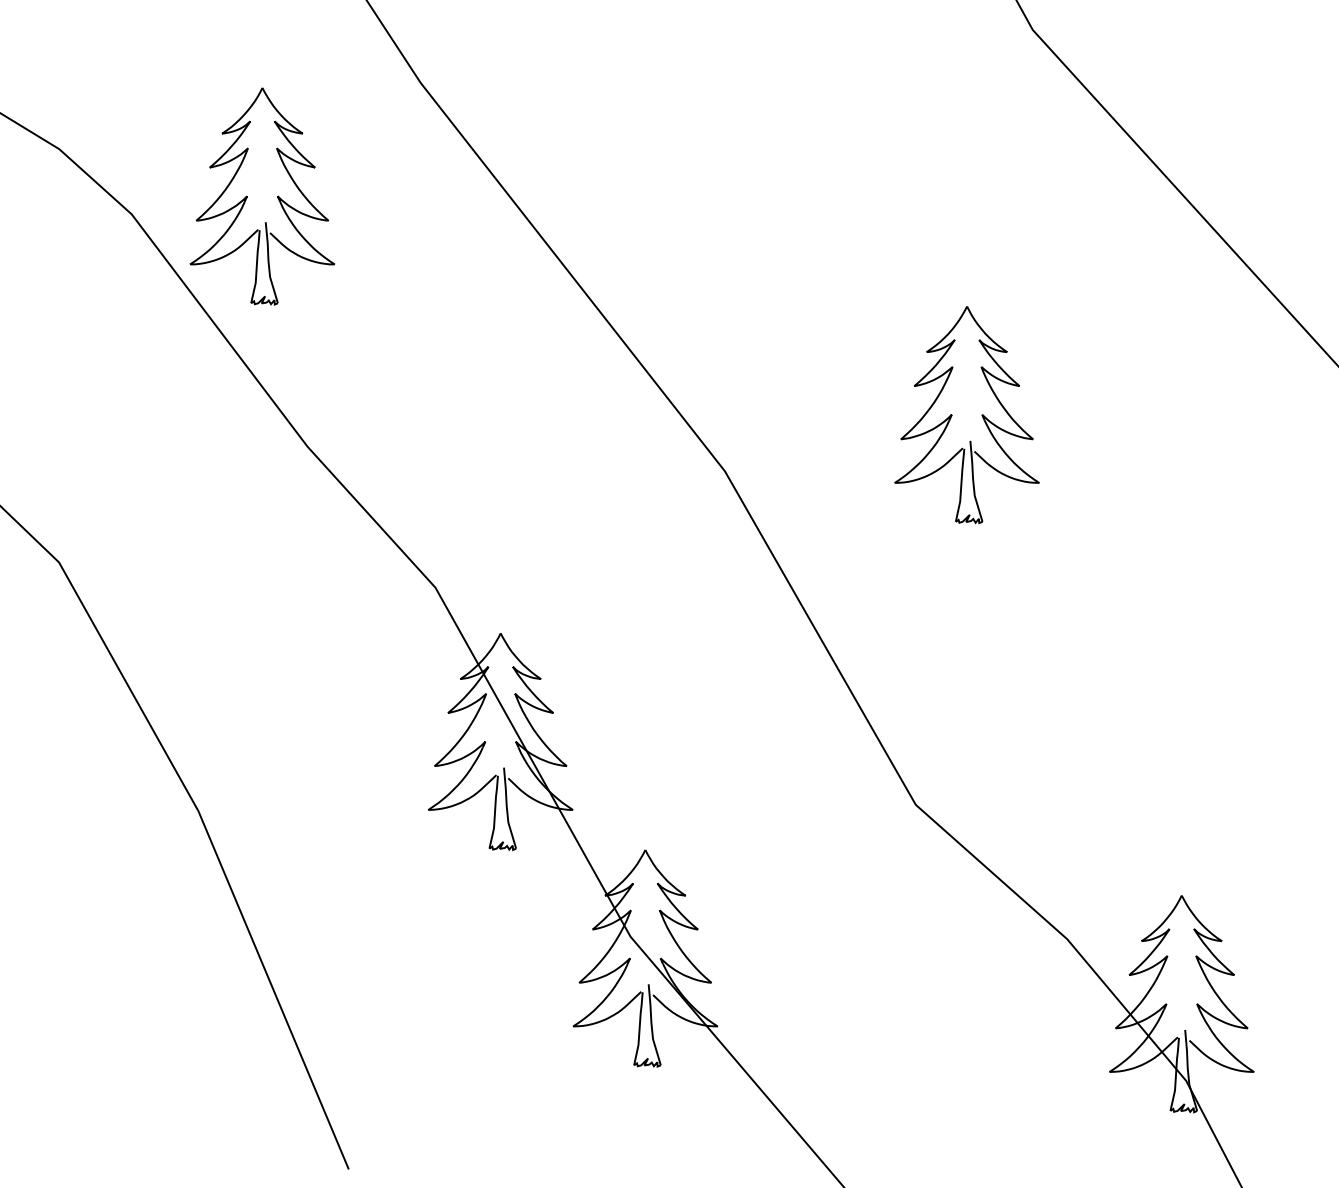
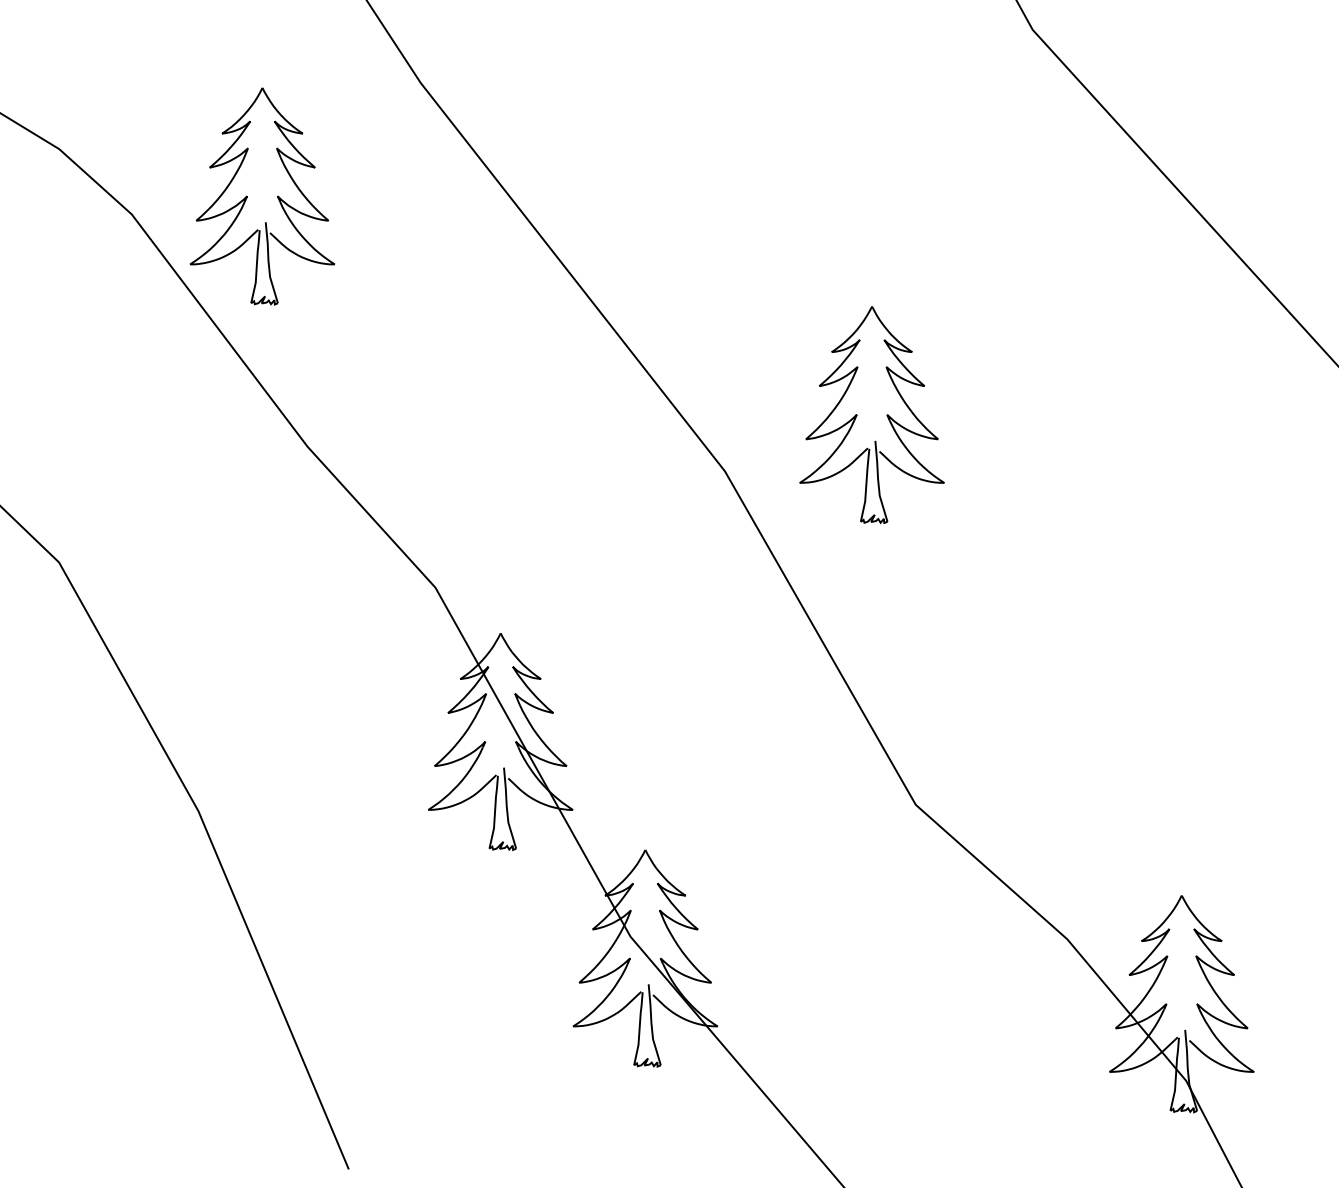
part at (952, 415) position: (952, 415) -> (857, 415)
